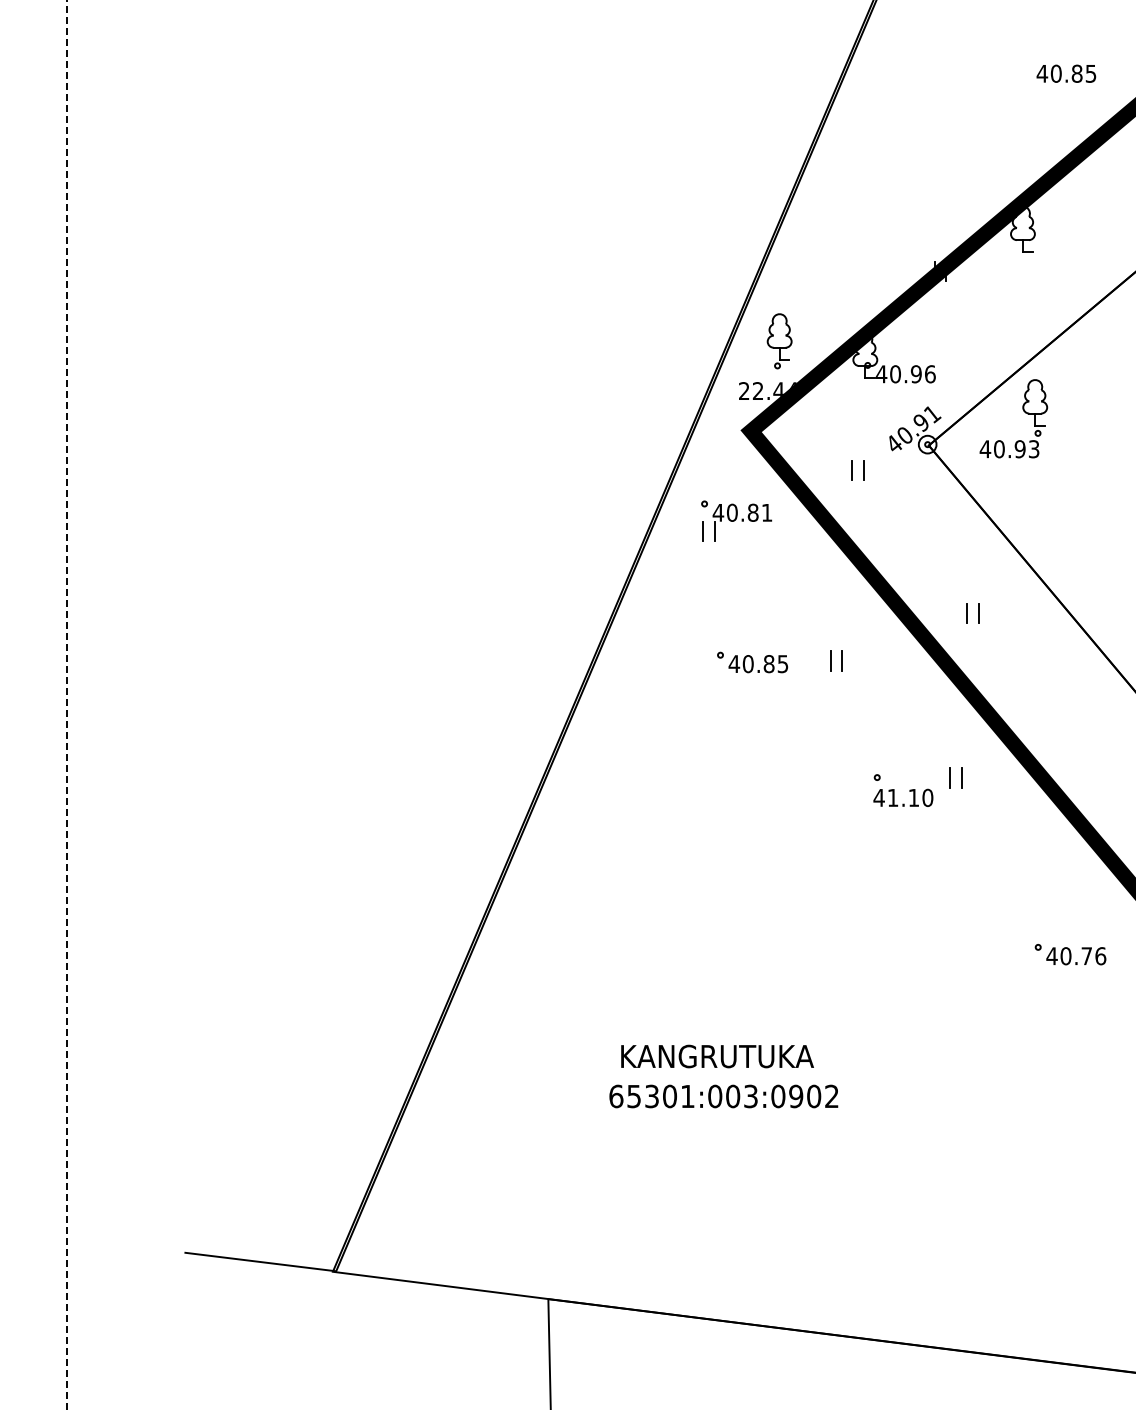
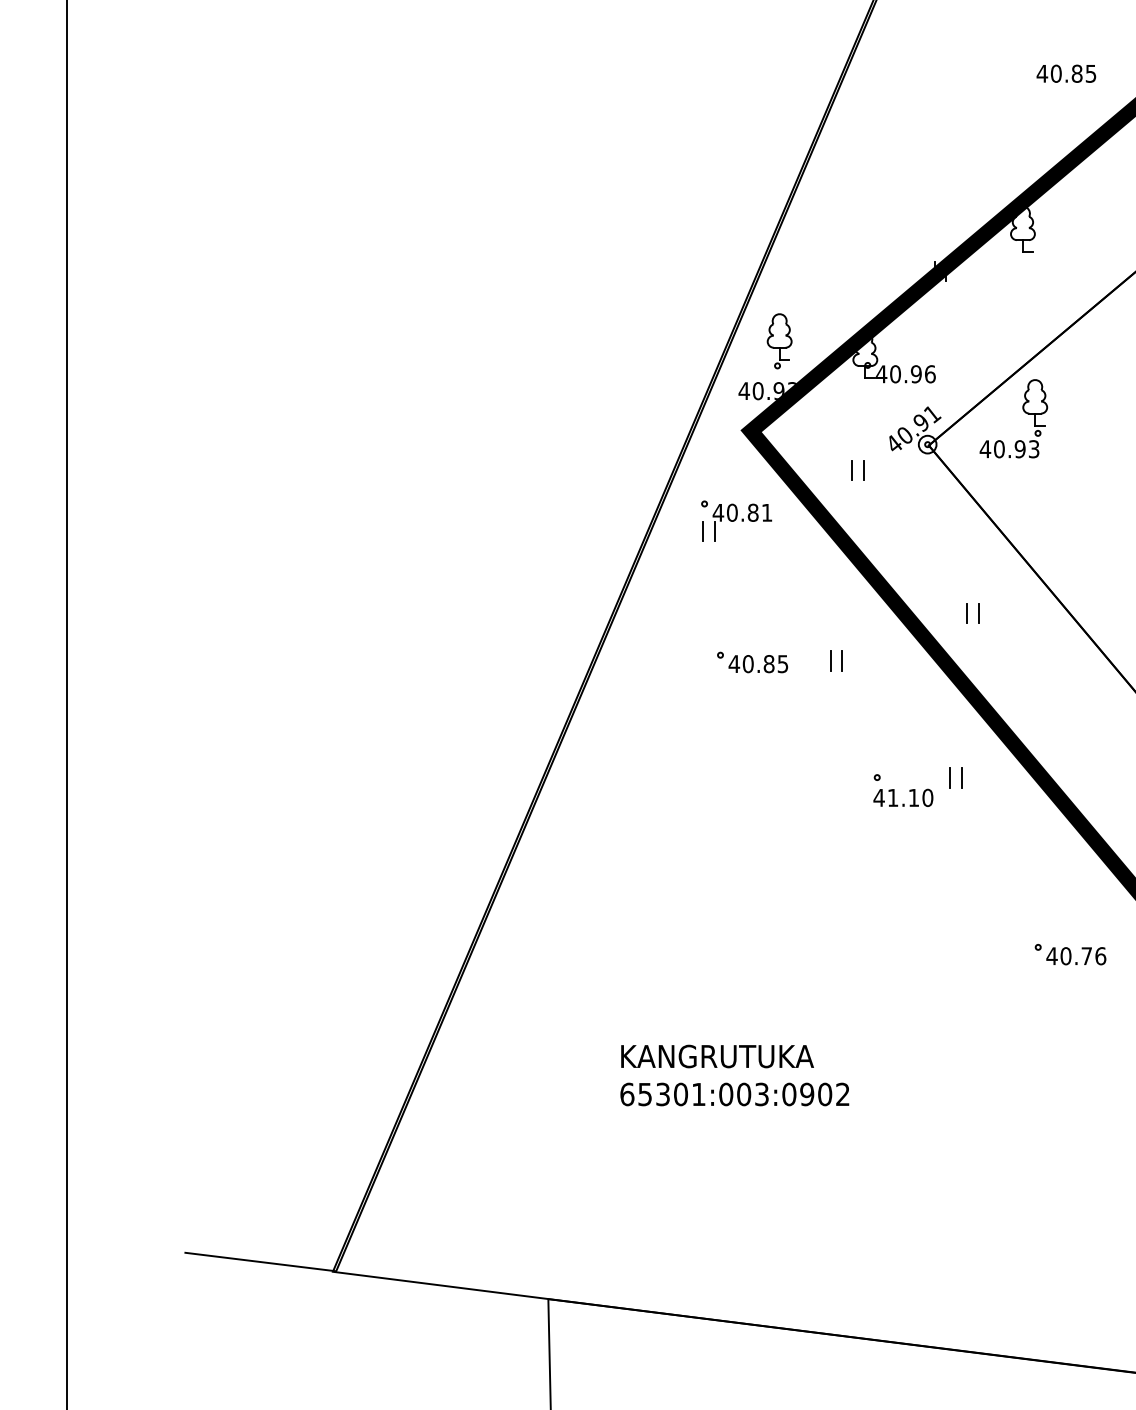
text at (767, 391): 22.44 -> 40.93
line at (67, 704): dashed -> solid
text at (723, 1096) position: (723, 1096) -> (734, 1094)
